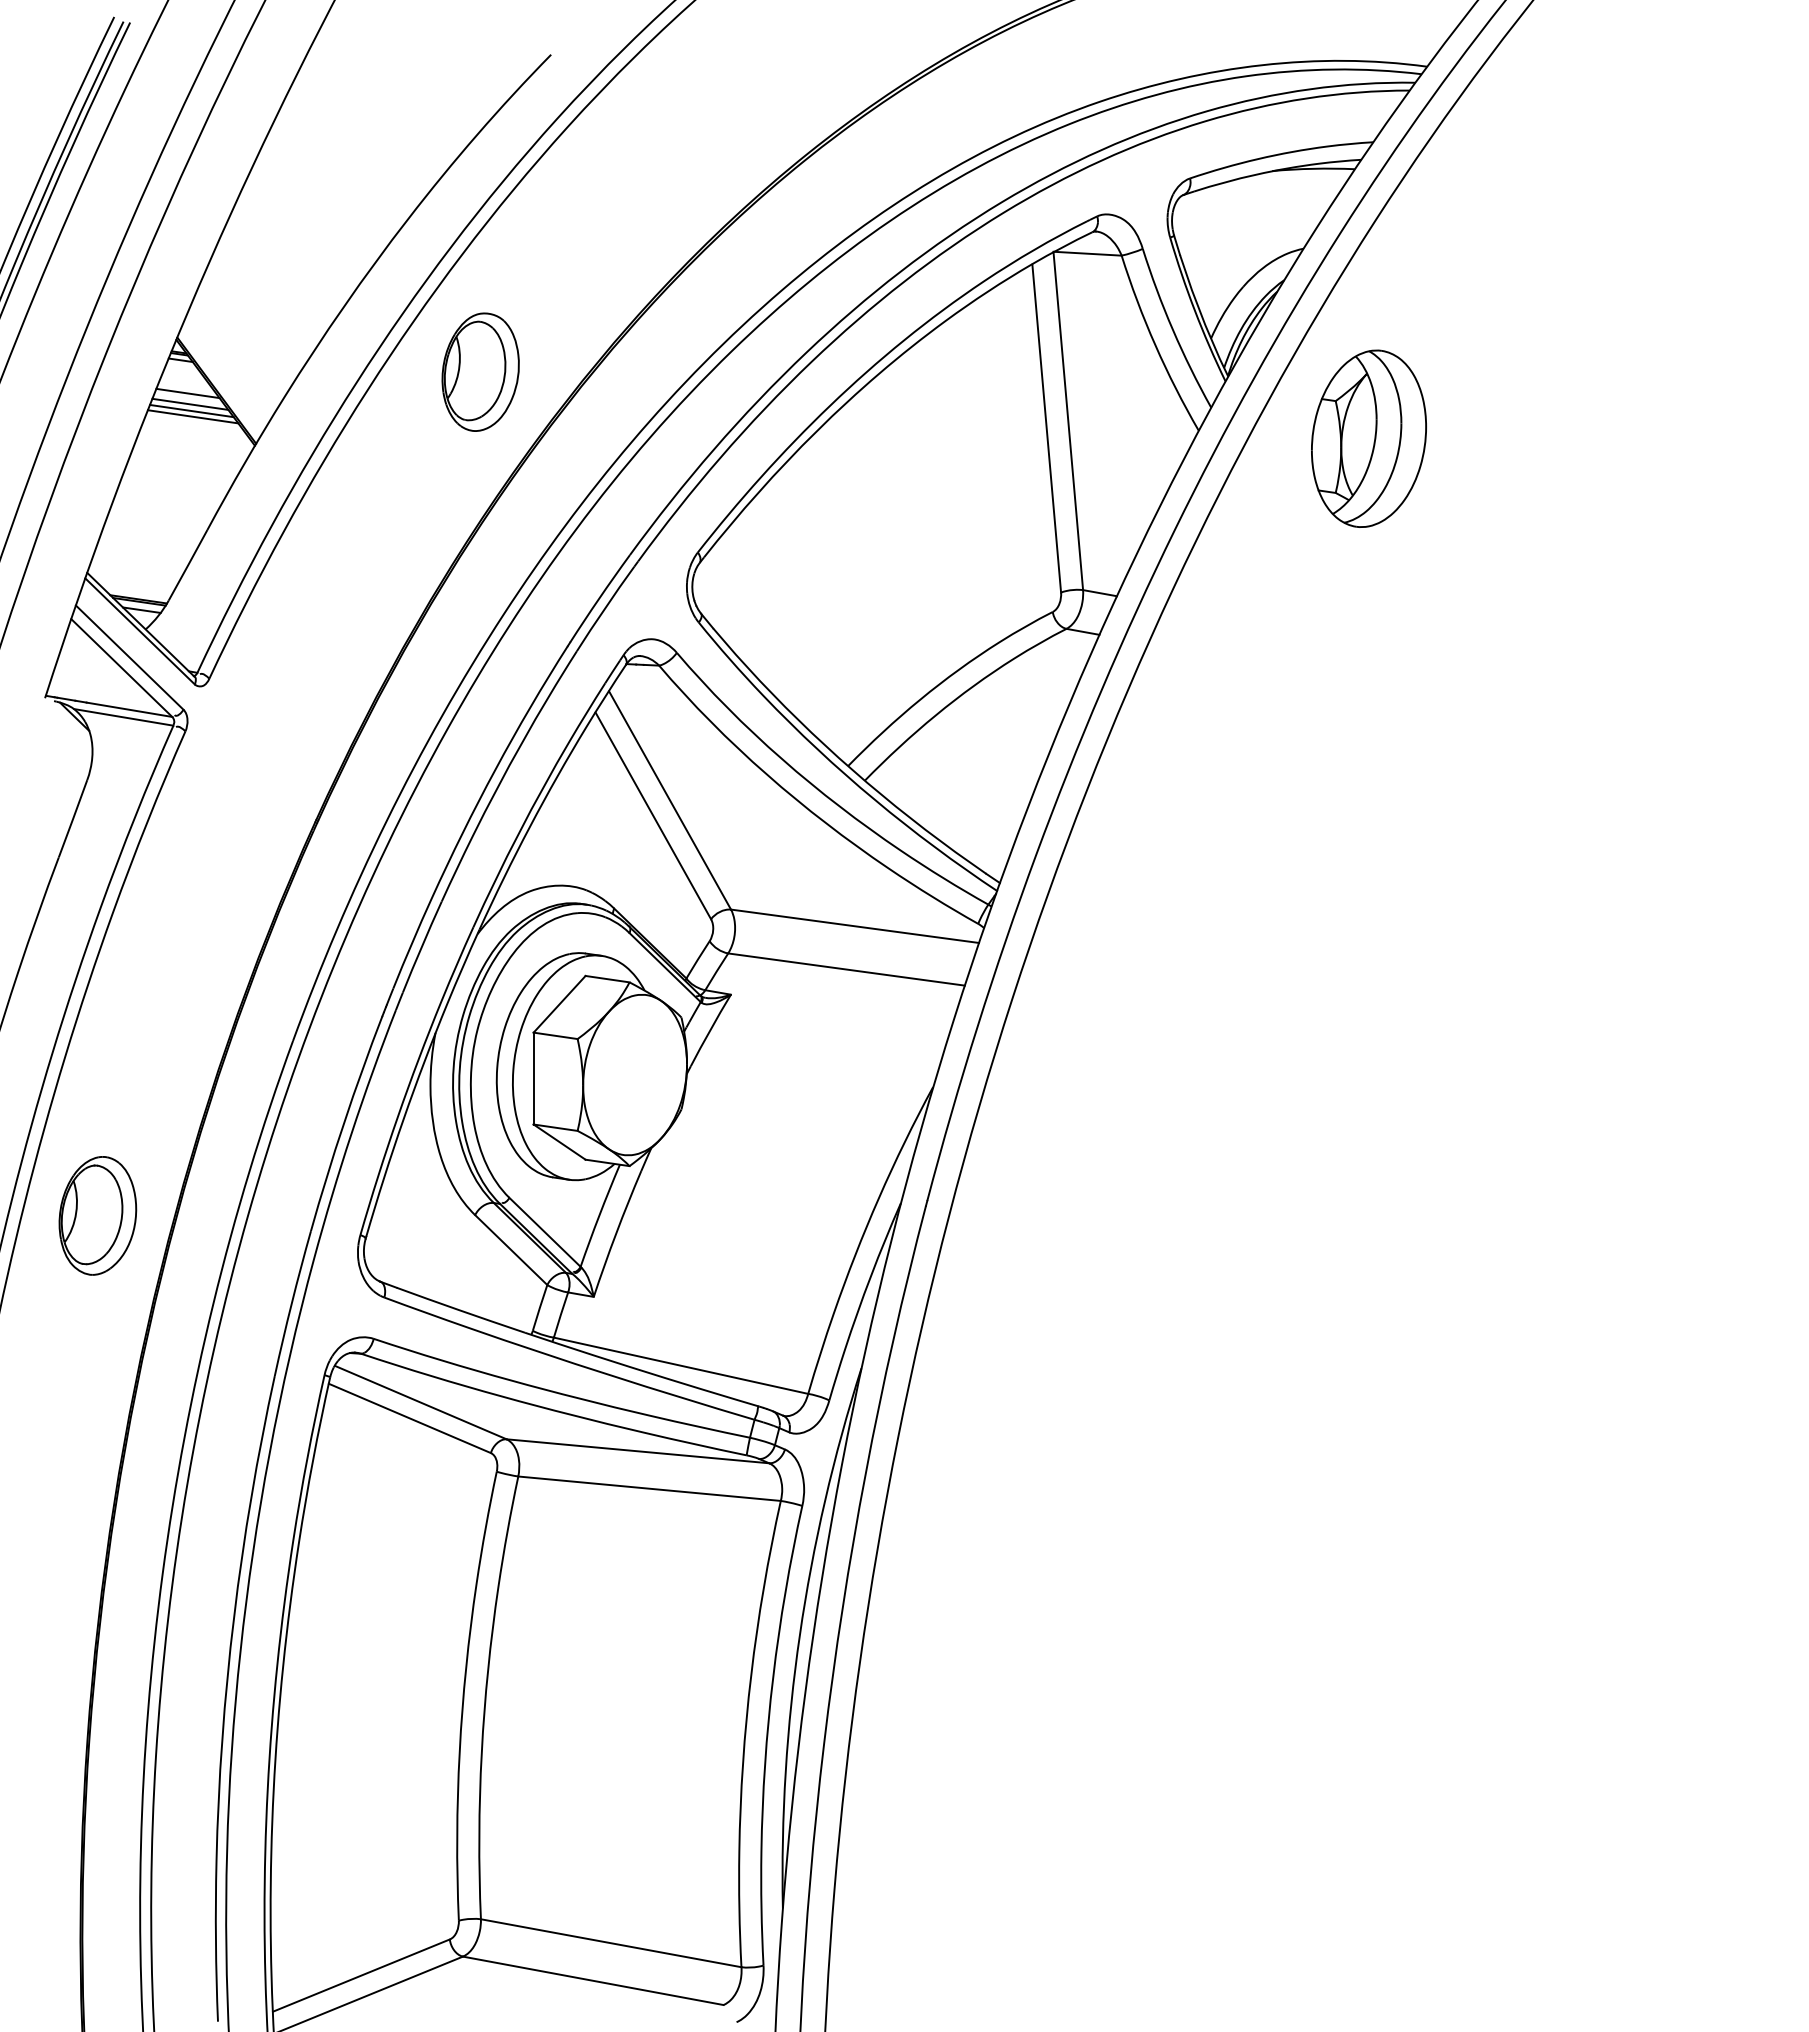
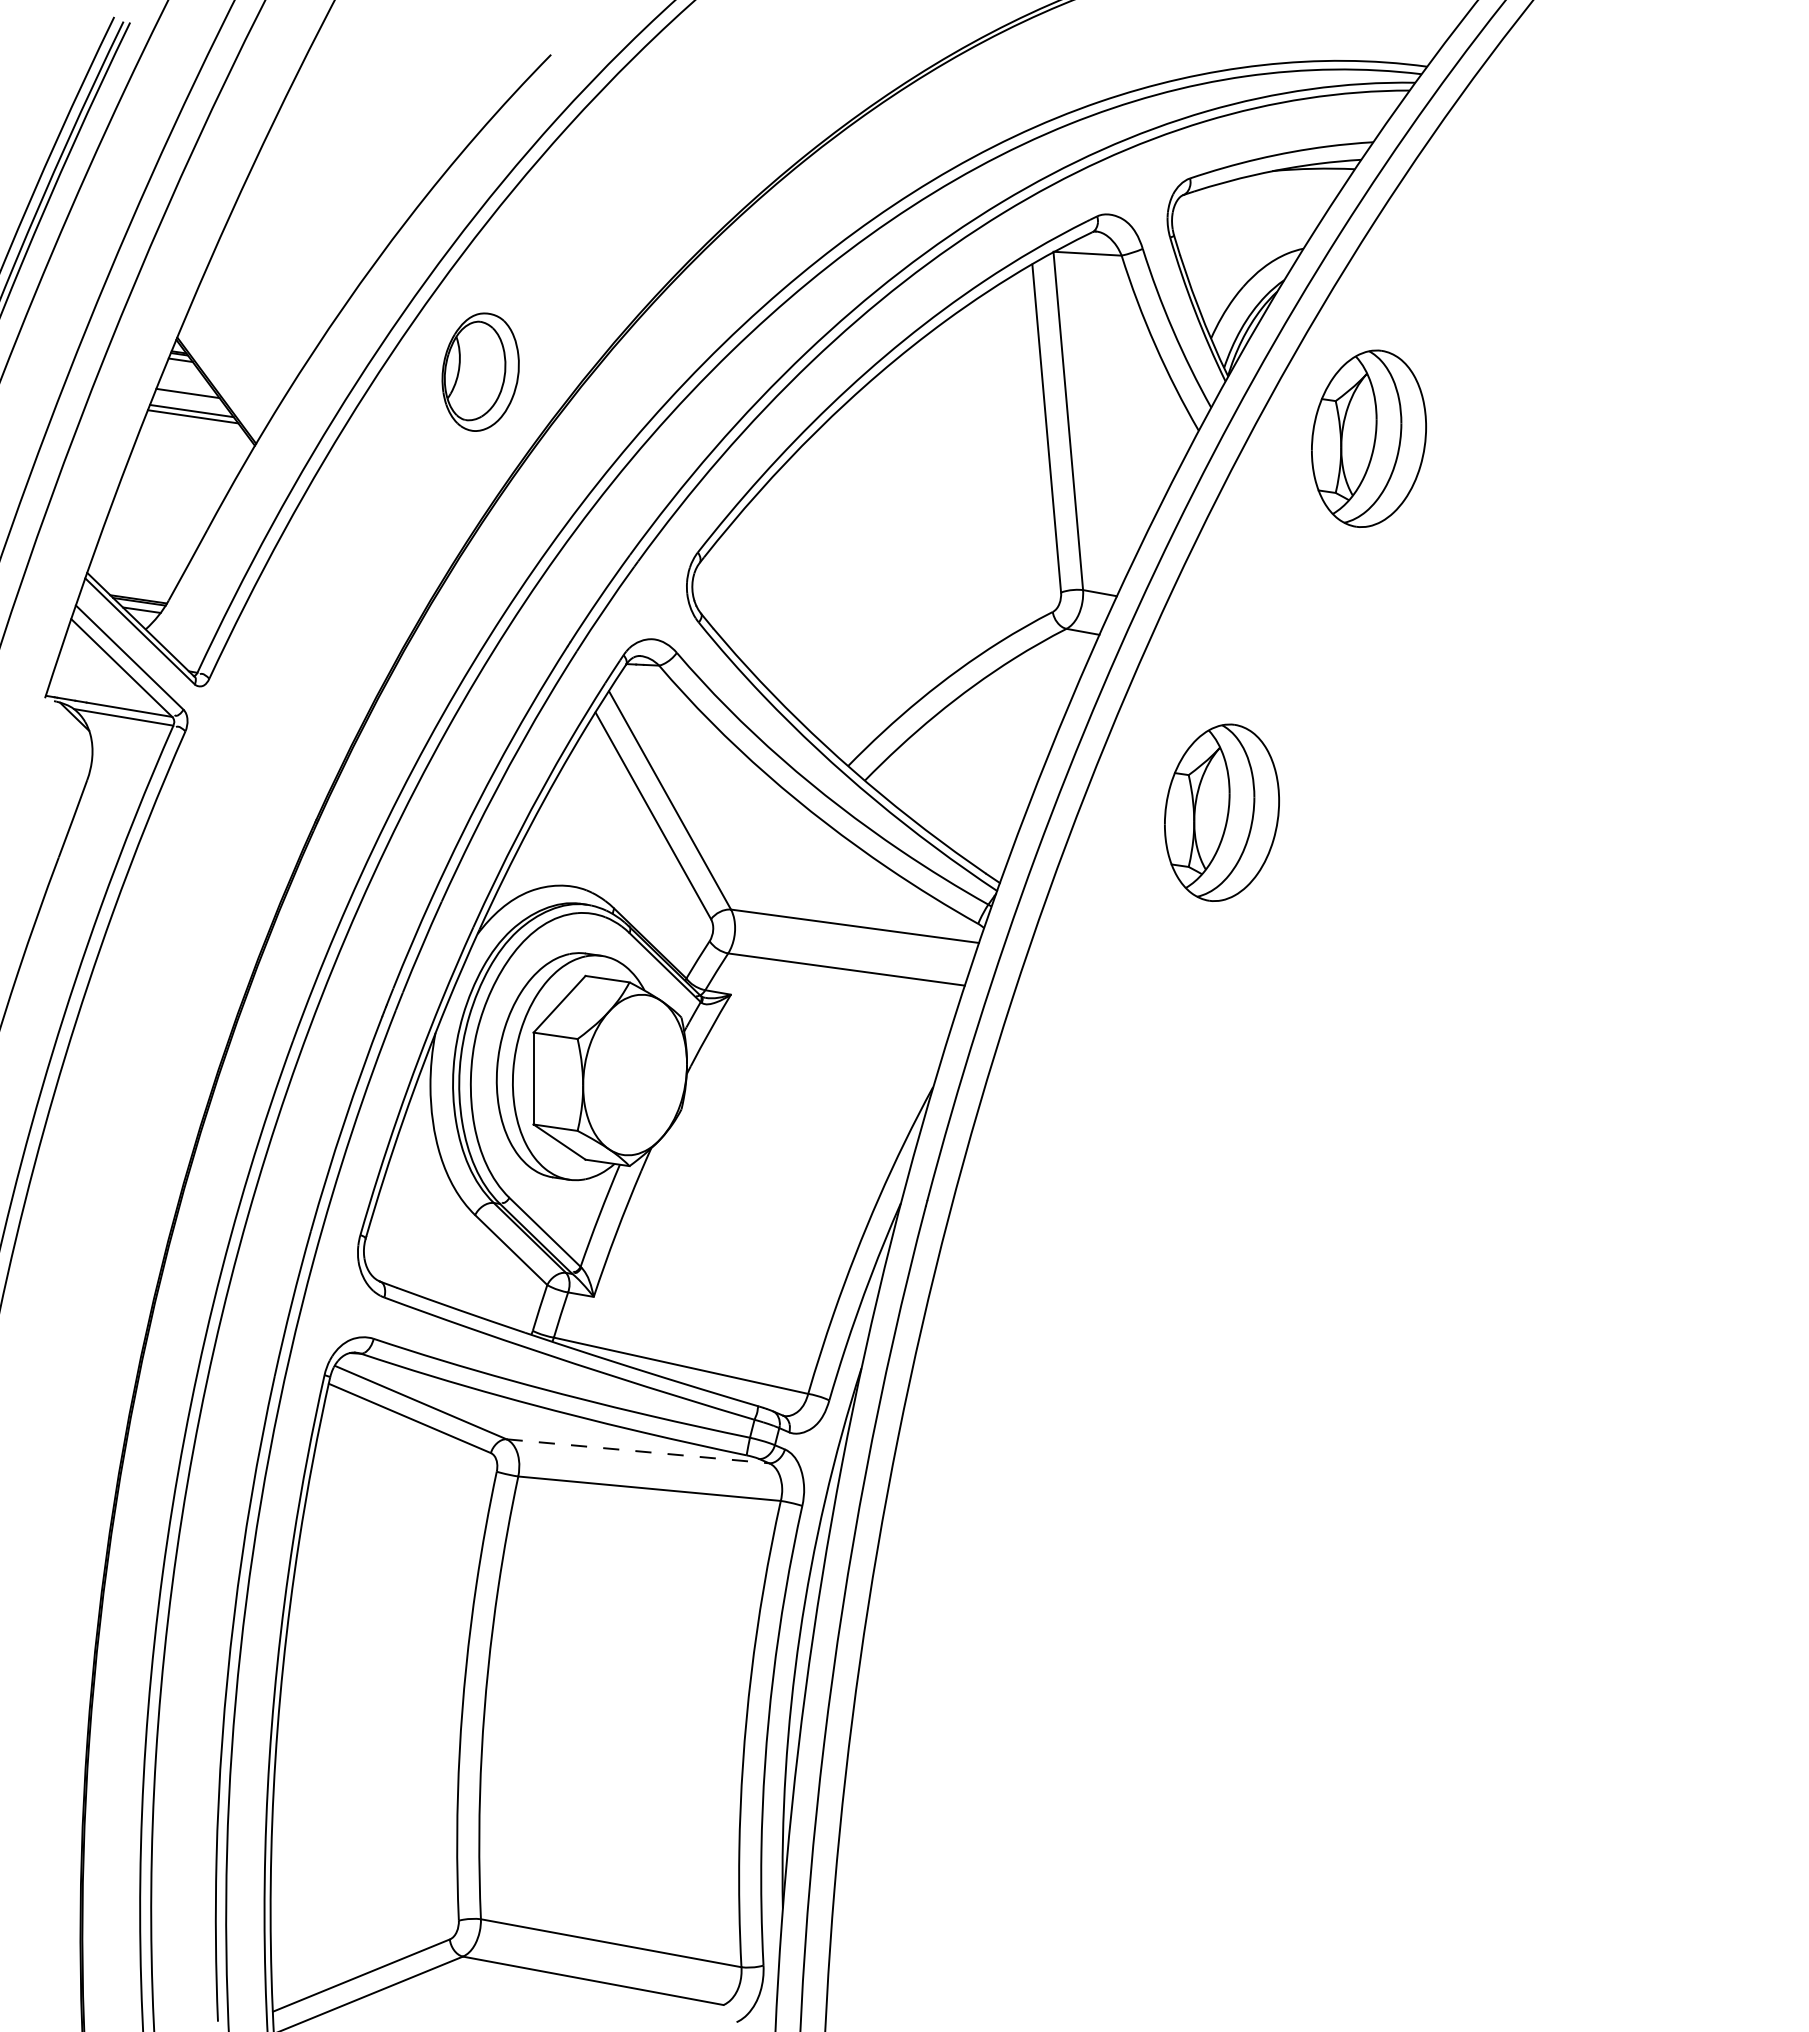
line at (190, 403): present -> none
part at (1221, 812): none -> present
part at (97, 1215): present -> none
line at (637, 1451): solid -> dashed
